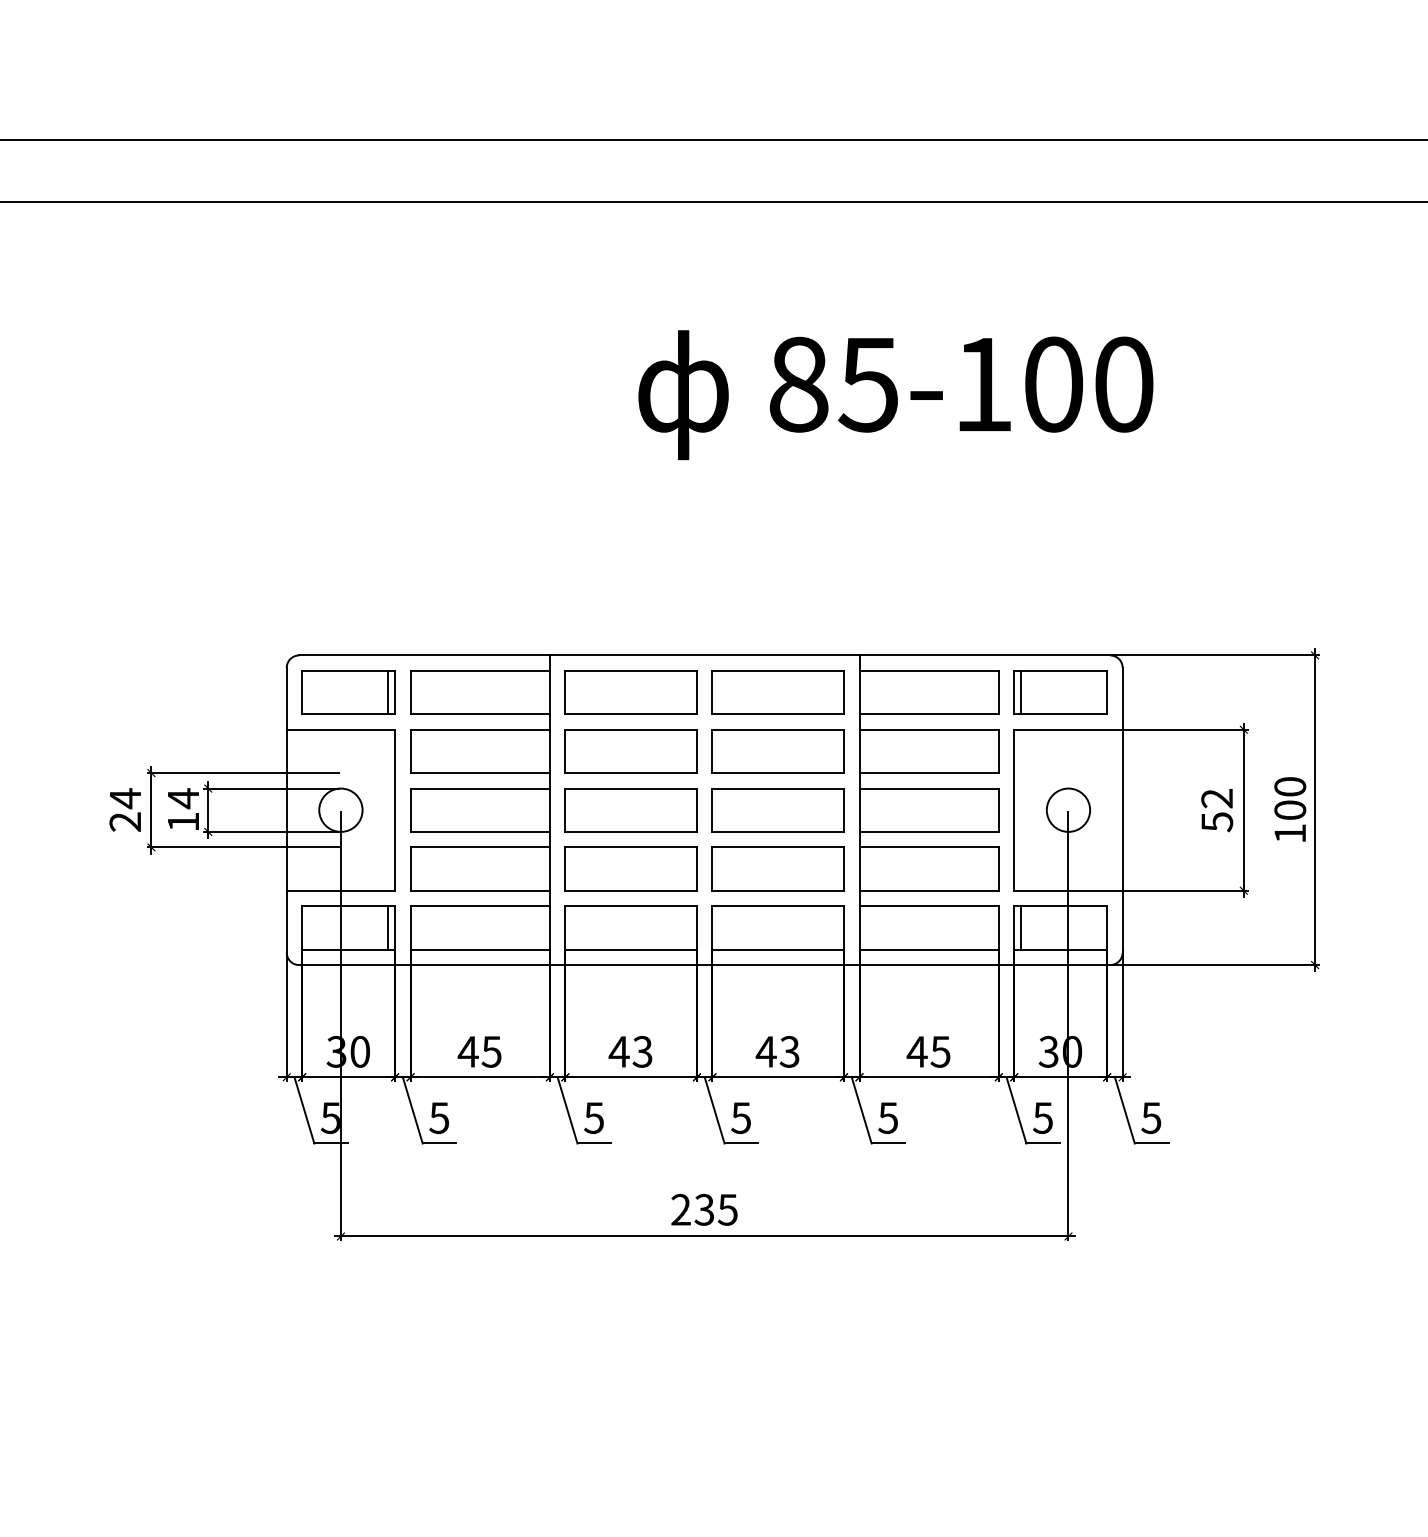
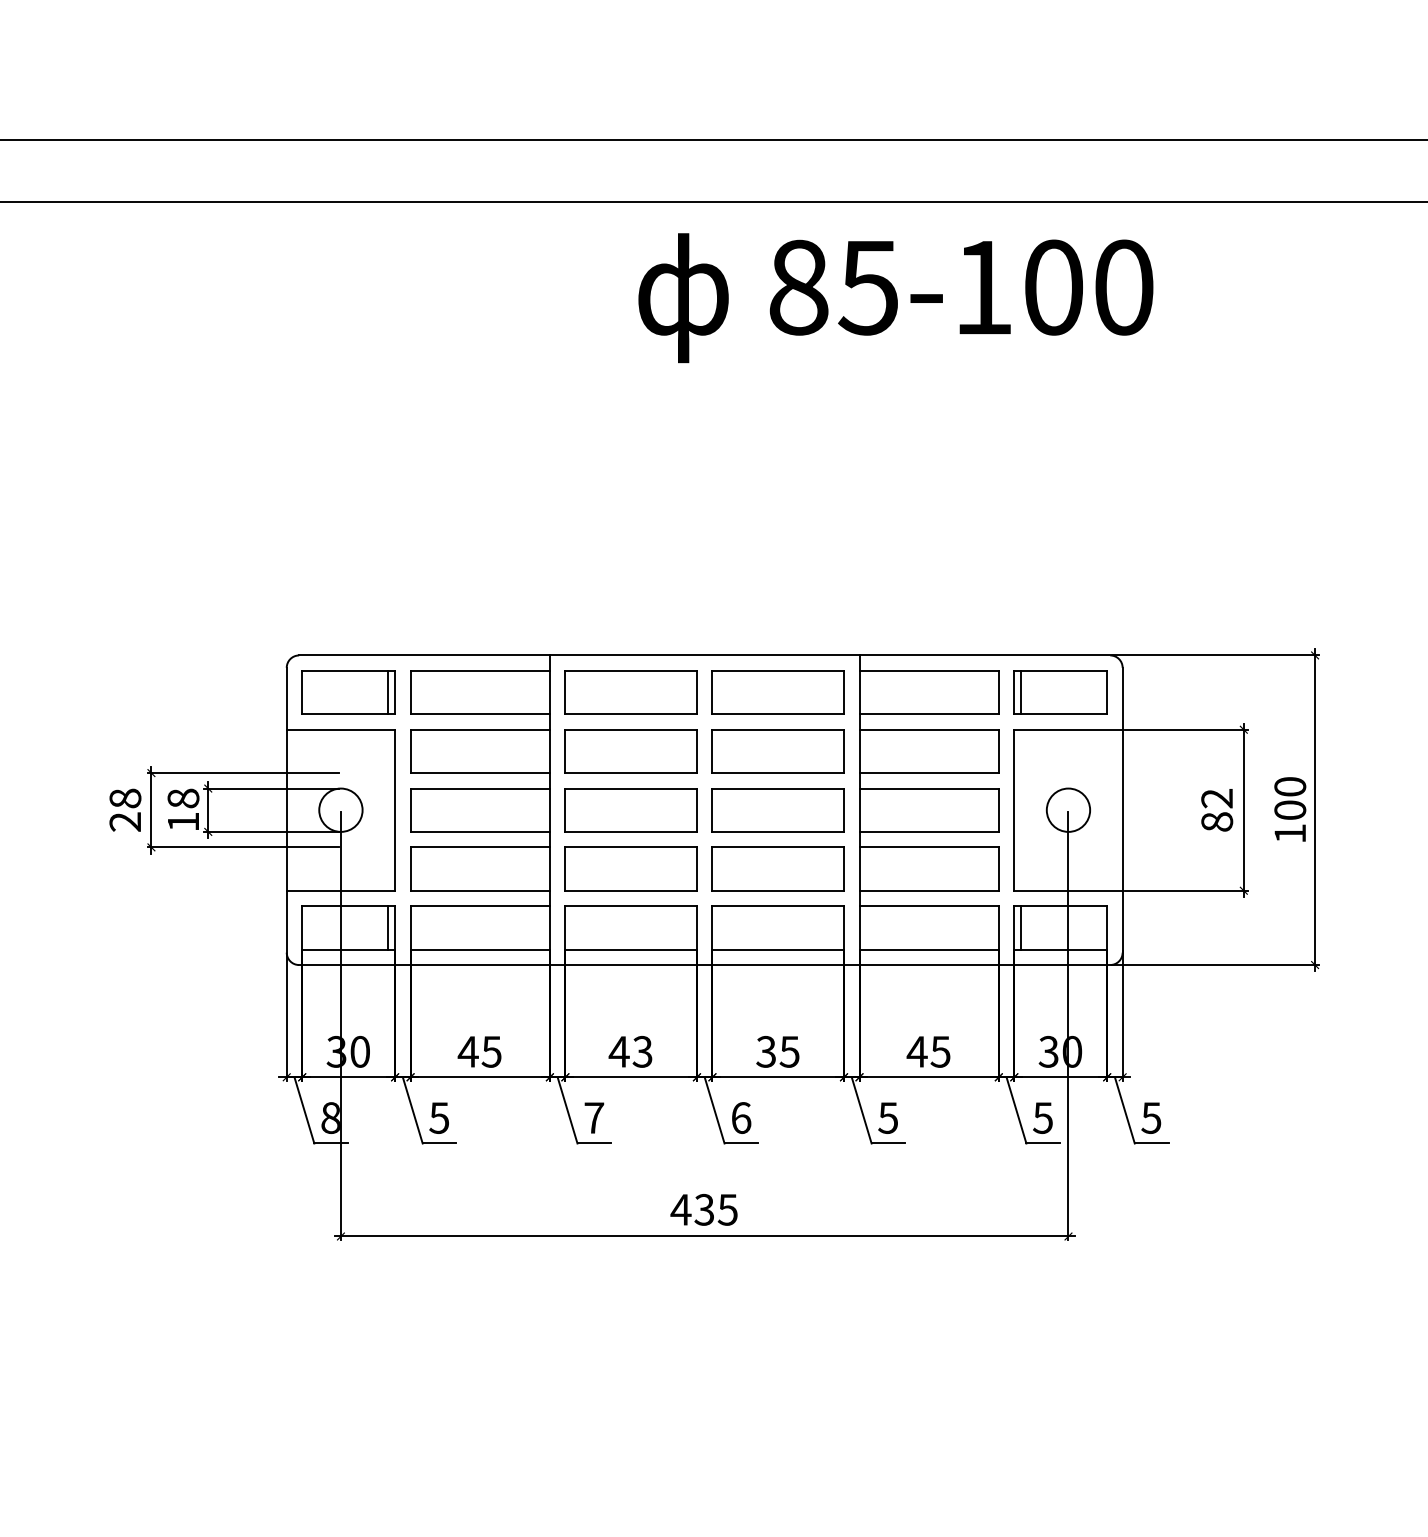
text at (895, 395) position: (895, 395) -> (895, 298)
text at (125, 798): 24 -> 28
text at (183, 798): 14 -> 18
text at (1217, 822): 52 -> 82
text at (777, 1051): 43 -> 35
text at (330, 1117): 5 -> 8
text at (594, 1117): 5 -> 7
text at (741, 1117): 5 -> 6
text at (680, 1209): 235 -> 435
